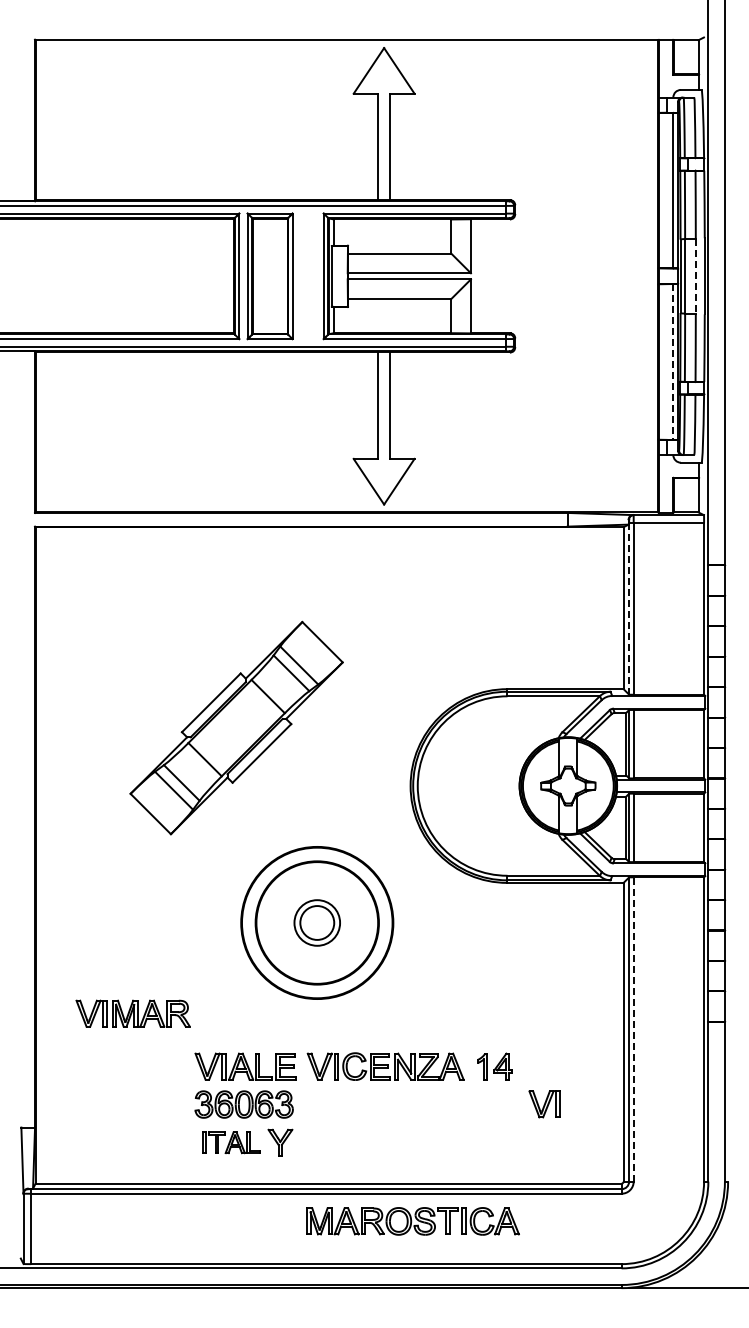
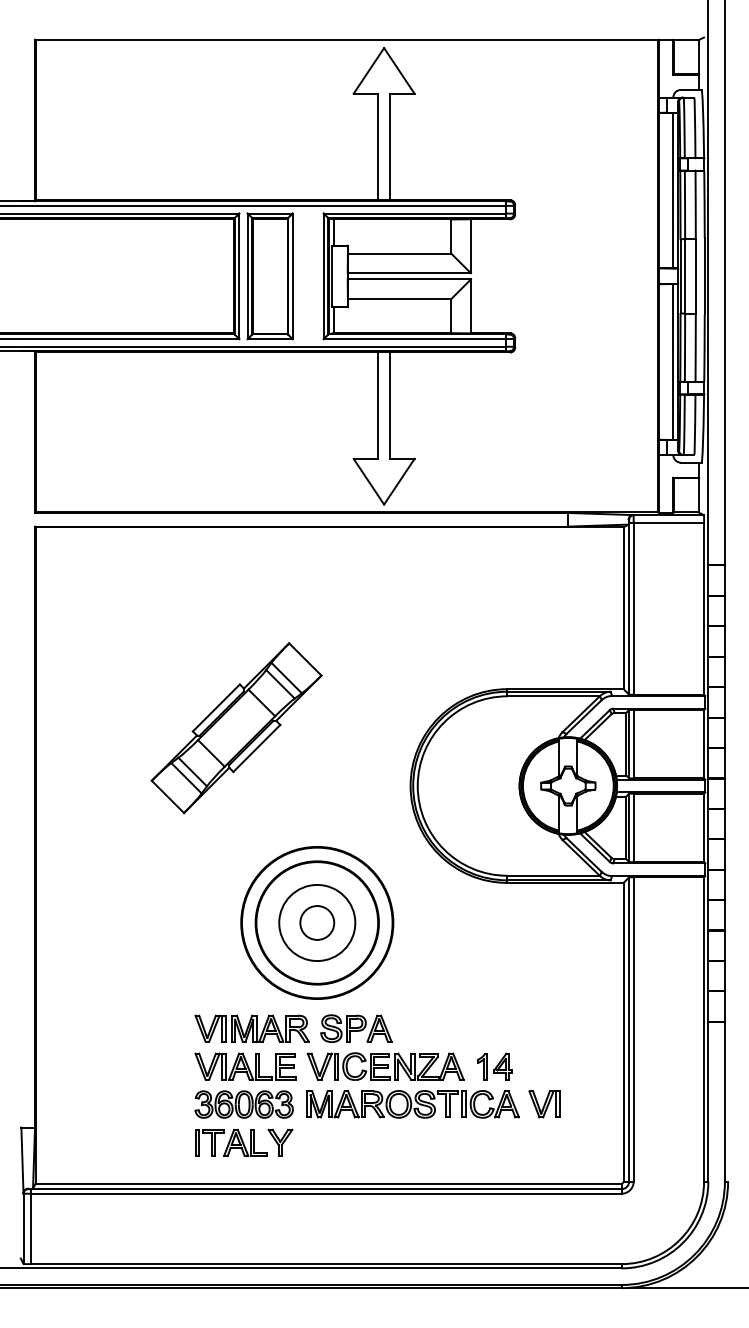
line at (695, 276): dashed -> solid
line at (673, 361): dashed -> solid
line at (629, 608): dashed -> solid
part at (236, 727) size: 215x216 px -> 173x173 px
circle at (317, 922) diameter: 46 px -> 76 px
part at (132, 1013) position: (132, 1013) -> (251, 1028)
part at (356, 1028): none -> present
line at (633, 1028): dashed -> solid
part at (231, 1142) size: 59x24 px -> 73x29 px
part at (412, 1221) position: (412, 1221) -> (412, 1104)
